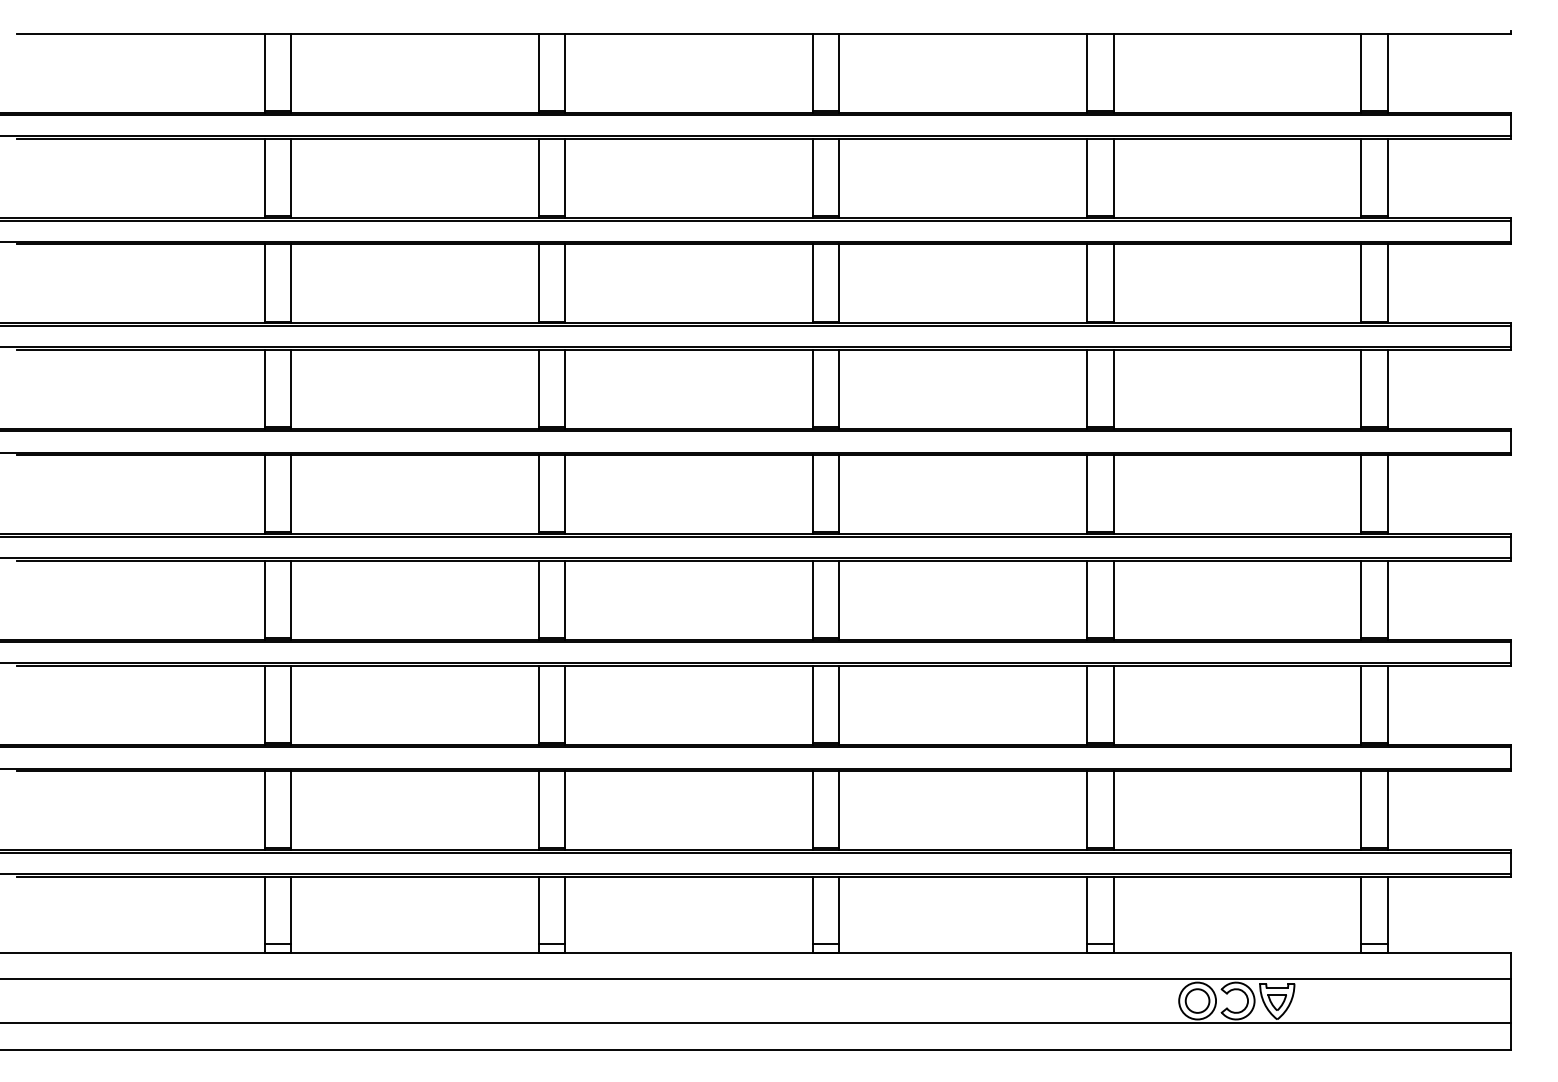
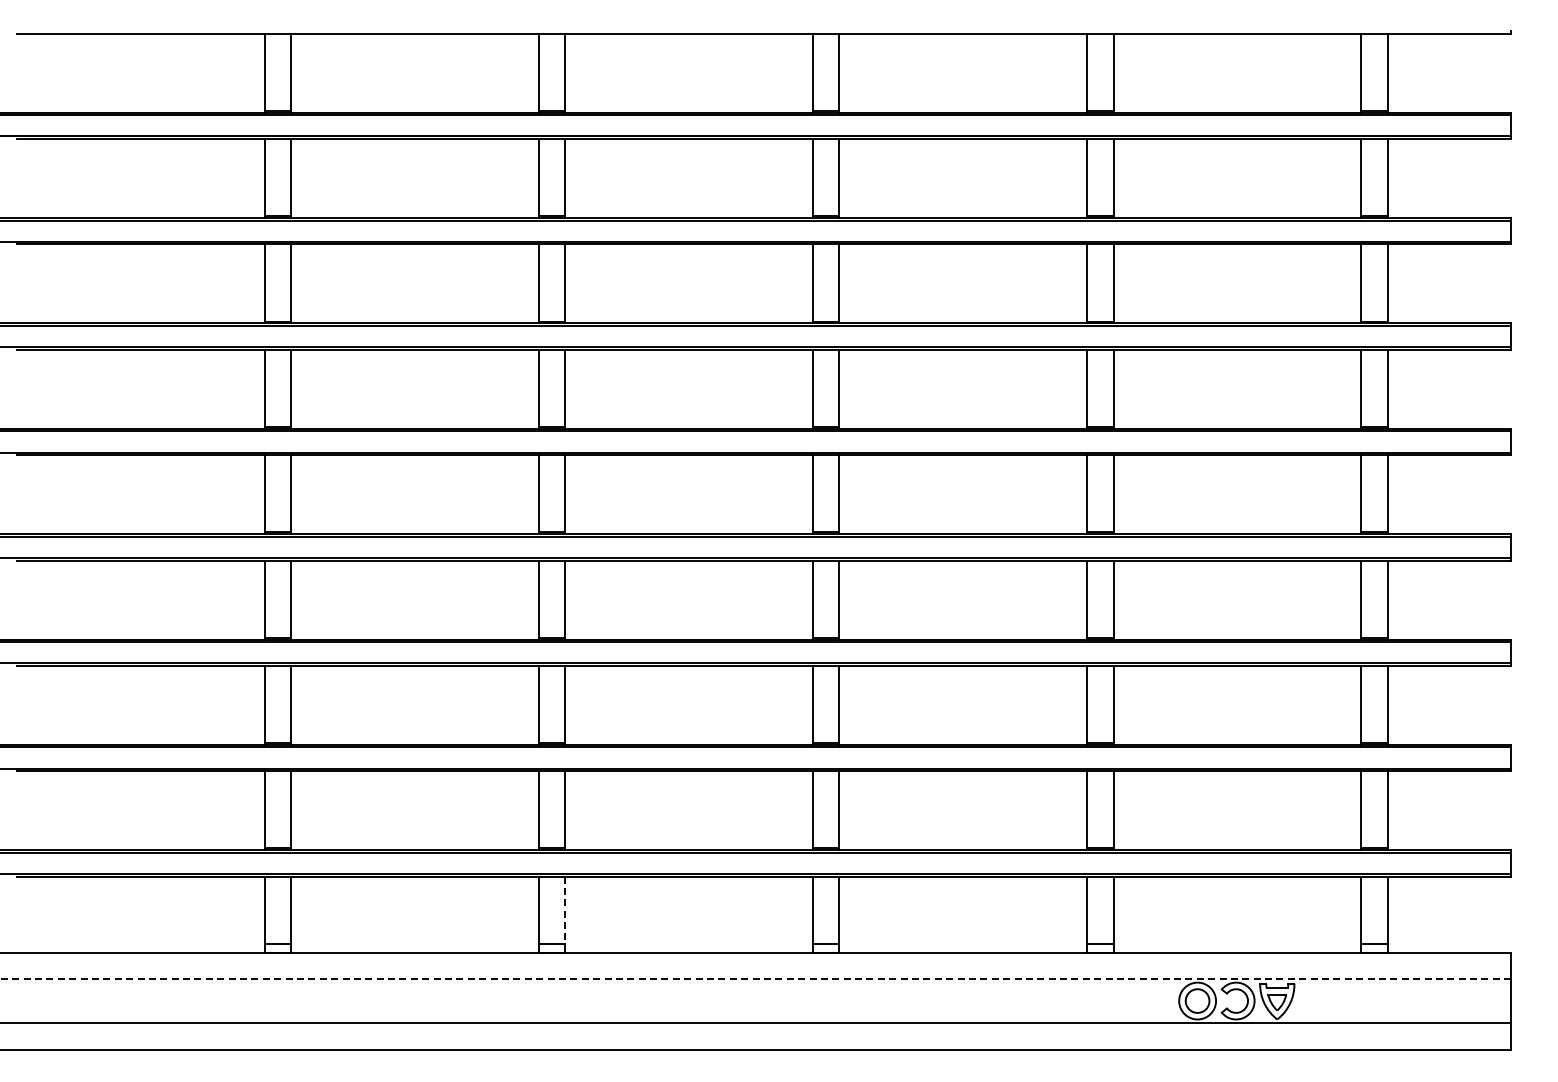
line at (565, 910): solid -> dashed
line at (755, 979): solid -> dashed
